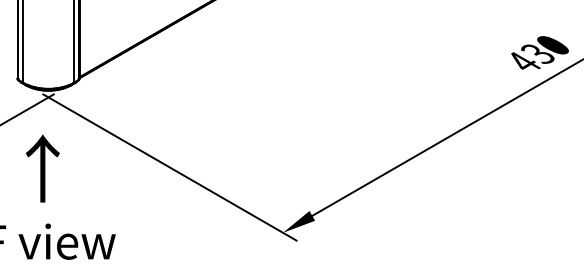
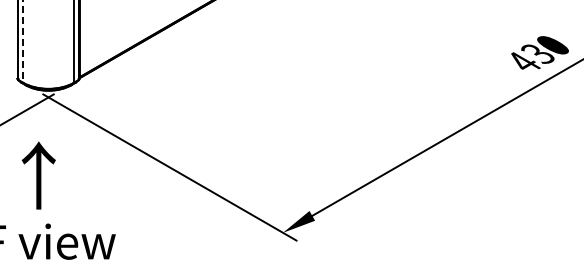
line at (23, 42): solid -> dashed
text at (42, 168) position: (42, 168) -> (38, 175)
